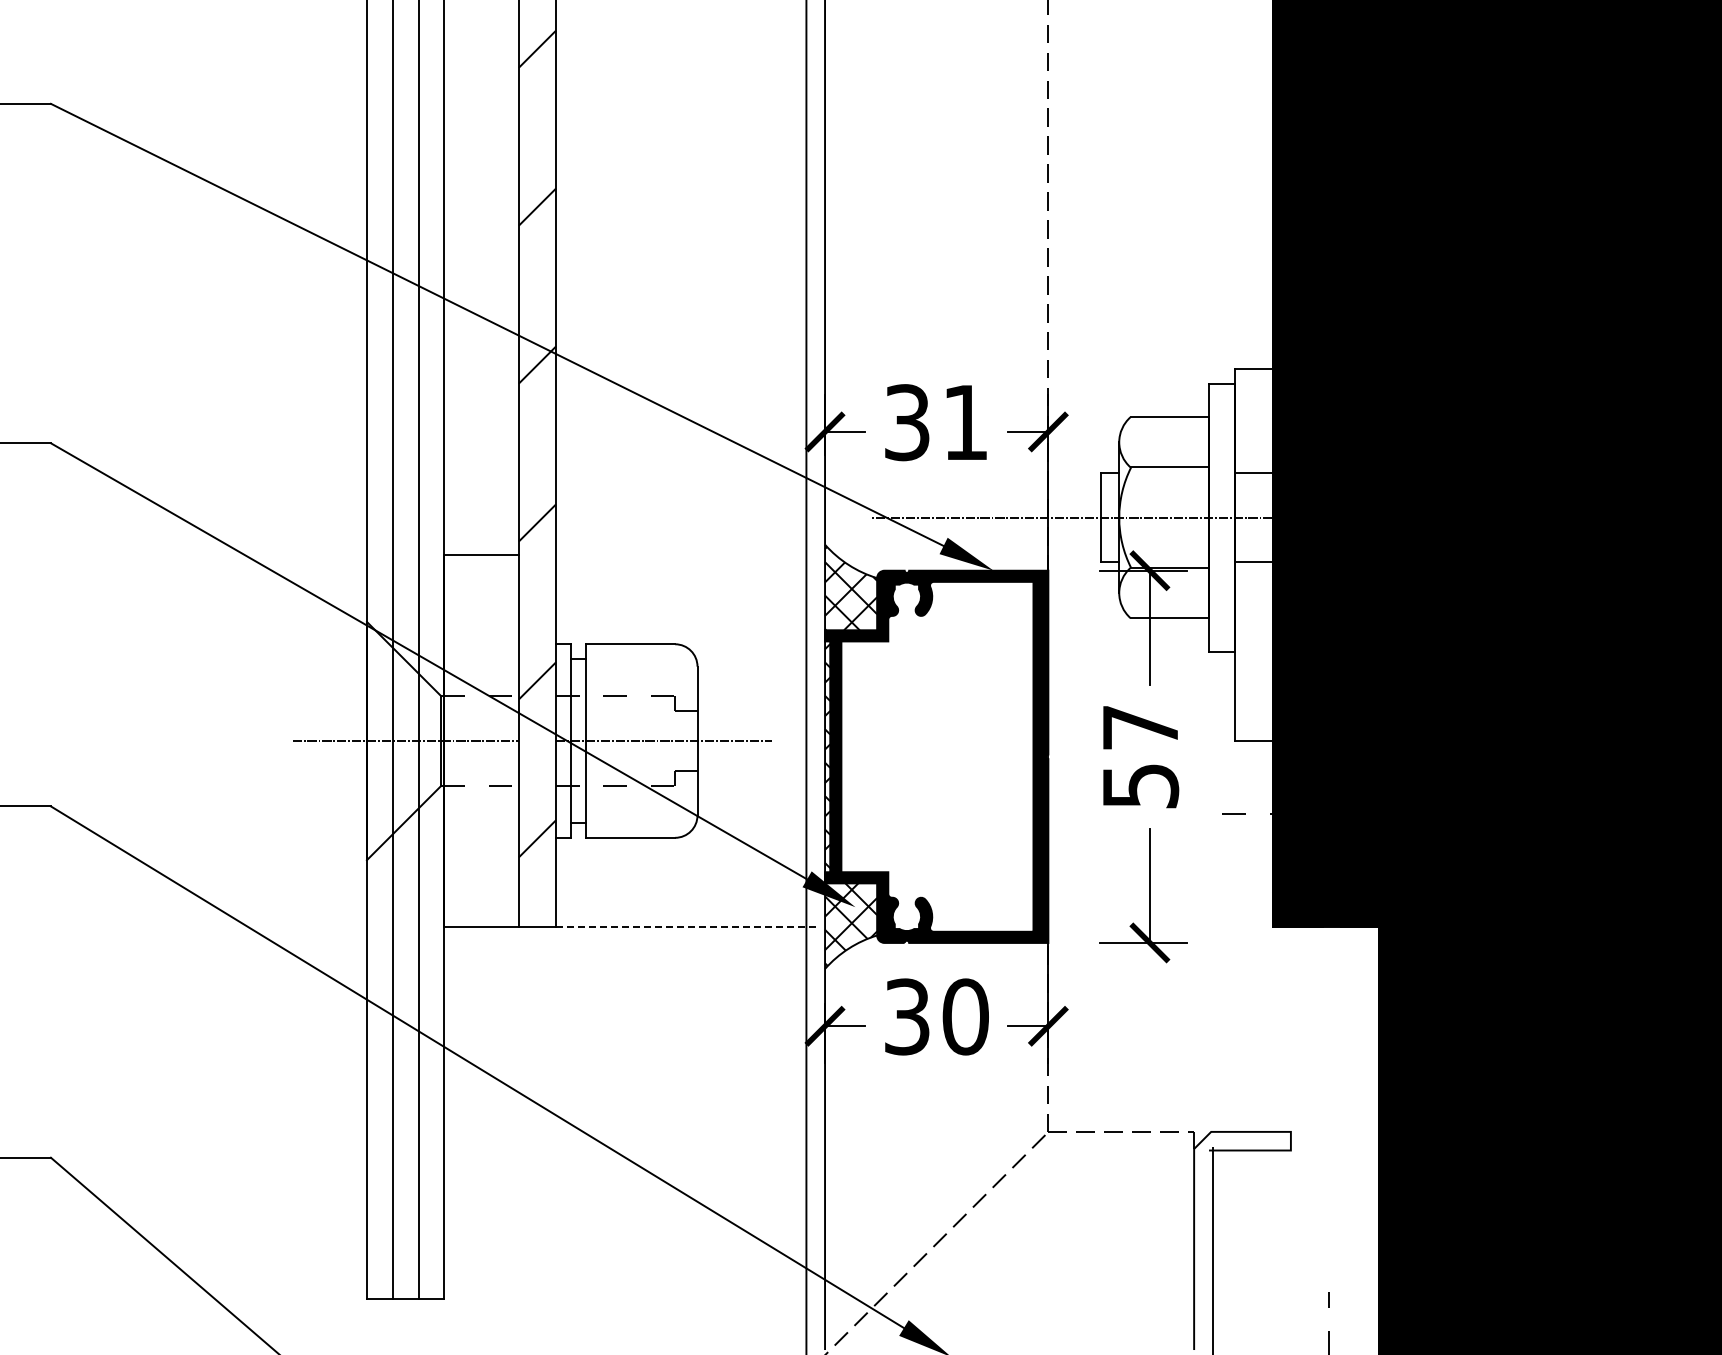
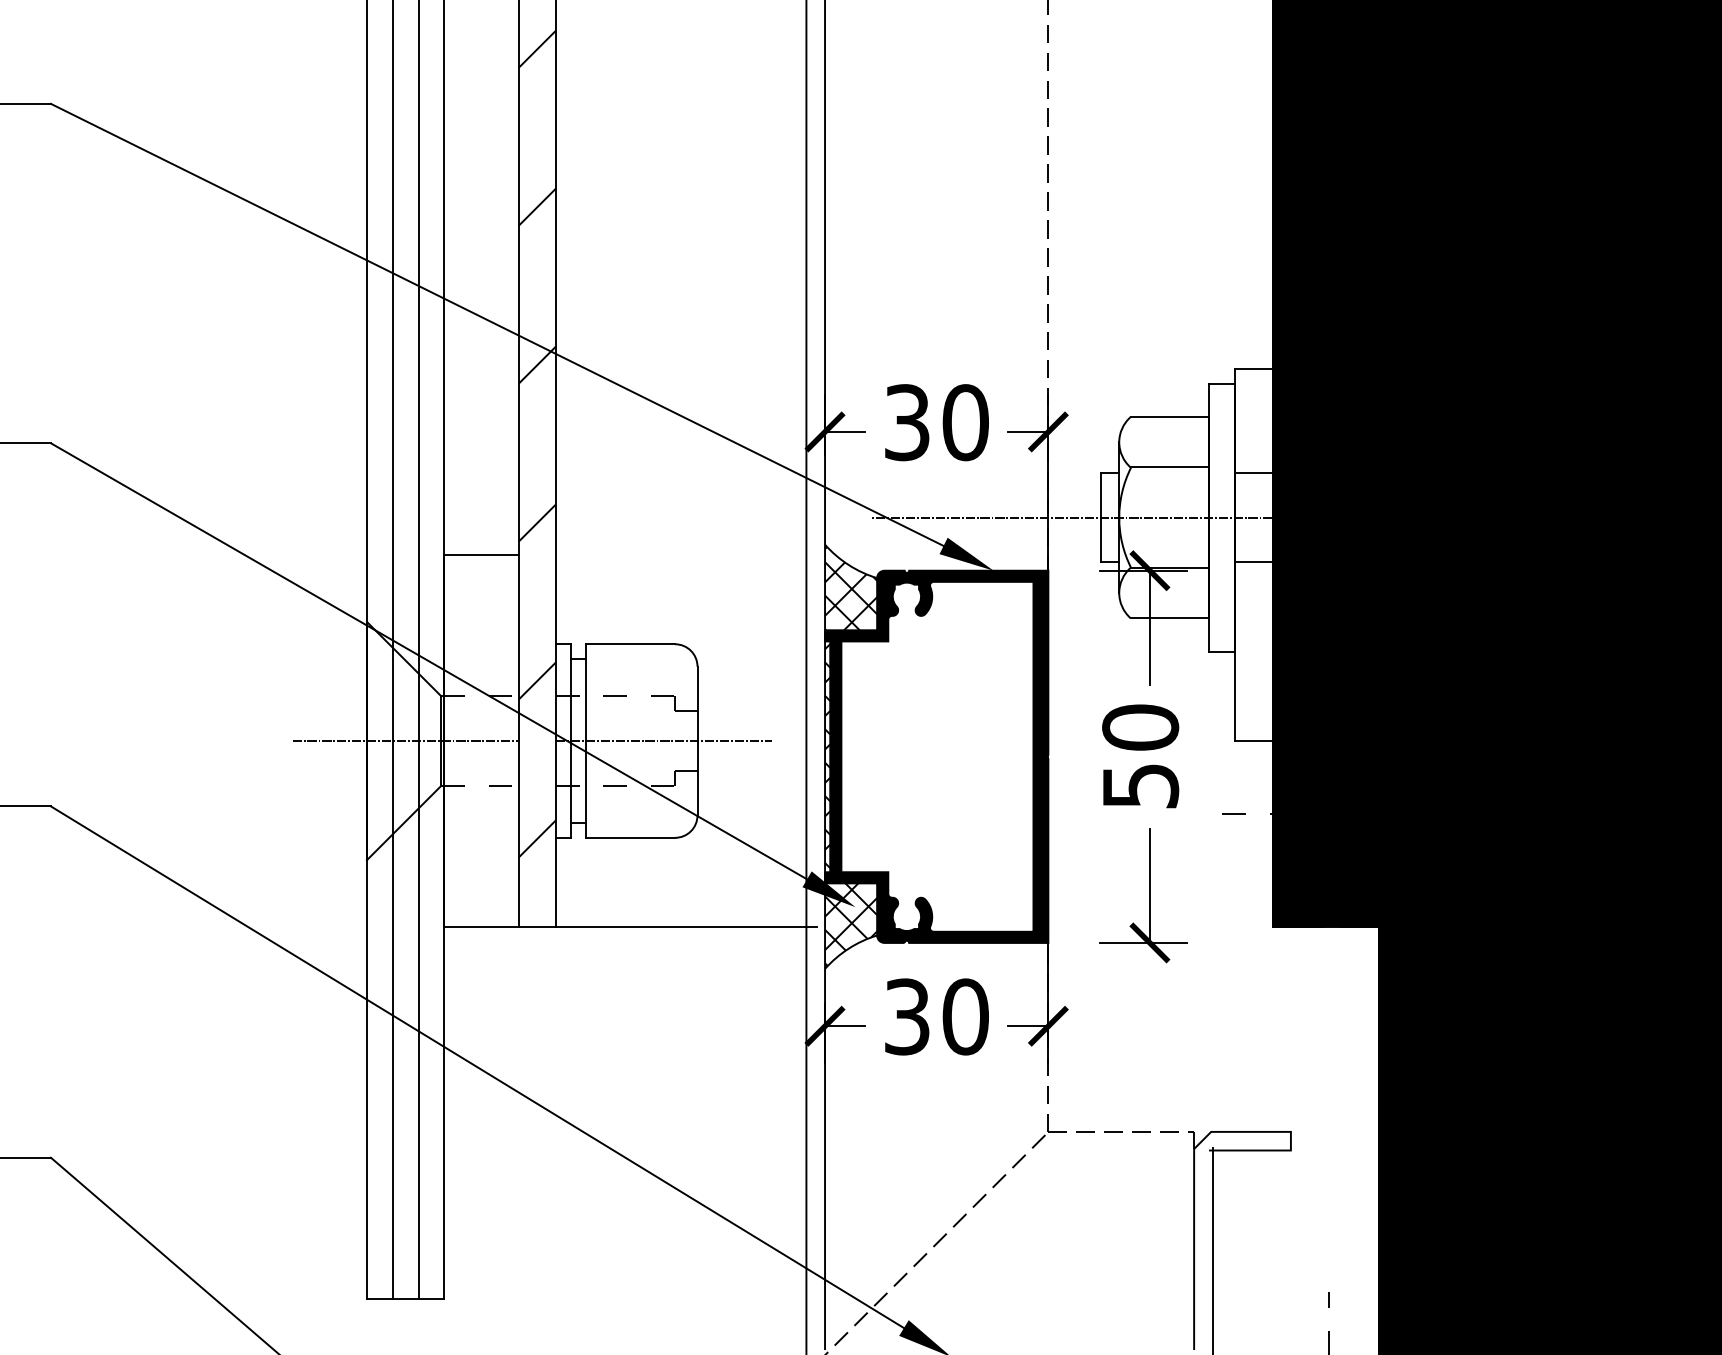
text at (965, 422): 31 -> 30
text at (1140, 727): 57 -> 50
line at (686, 927): dashed -> solid
